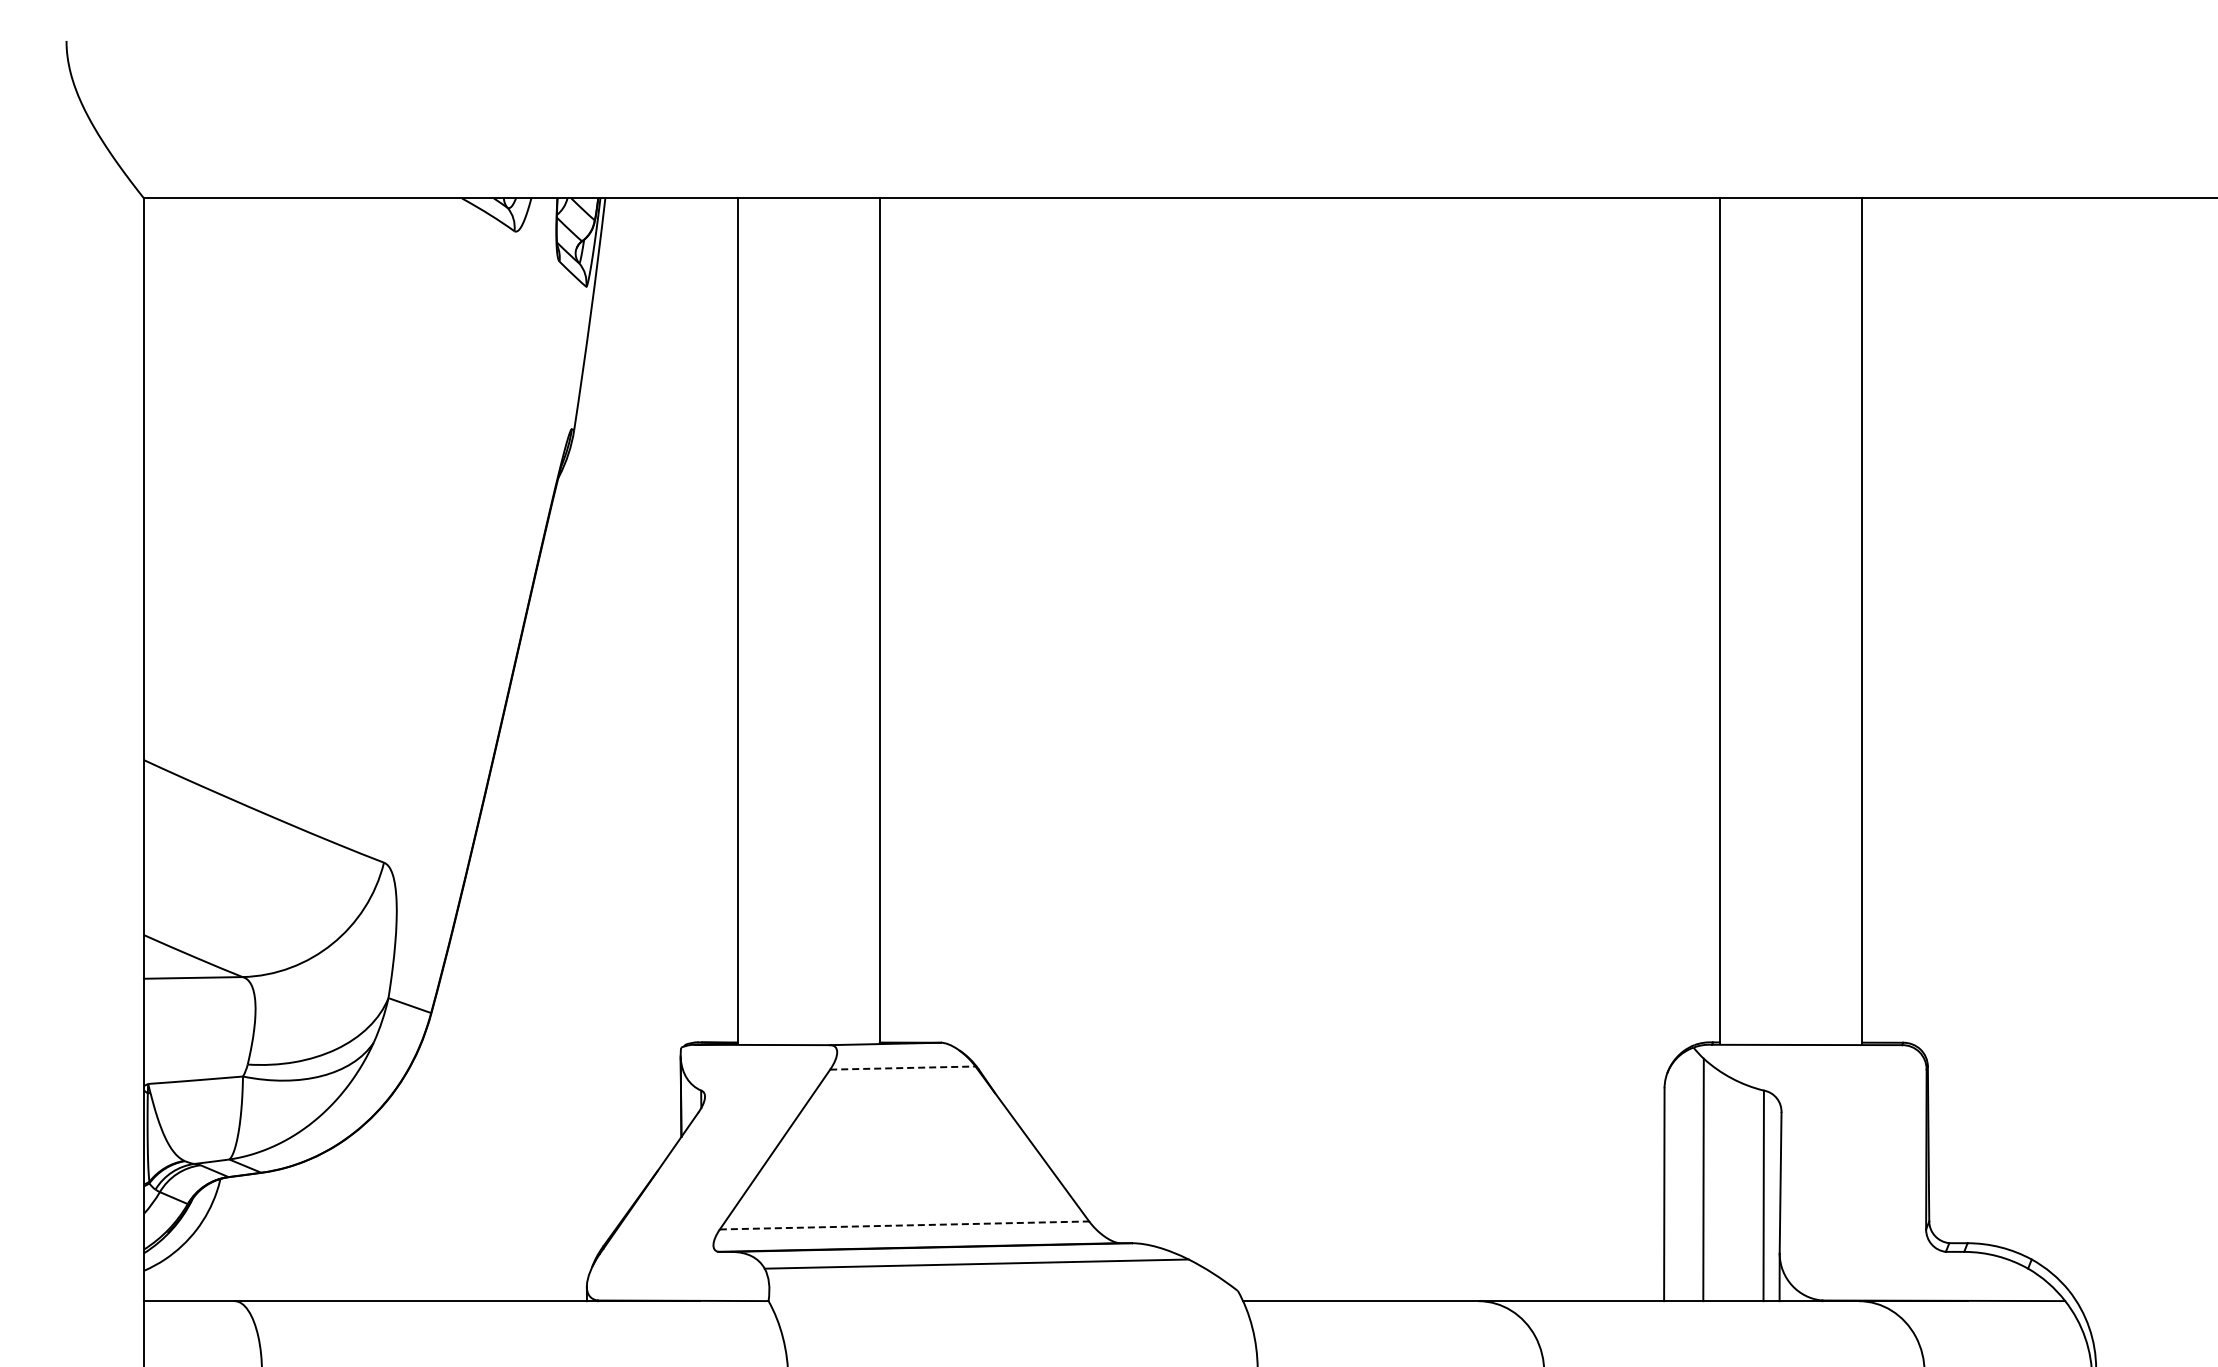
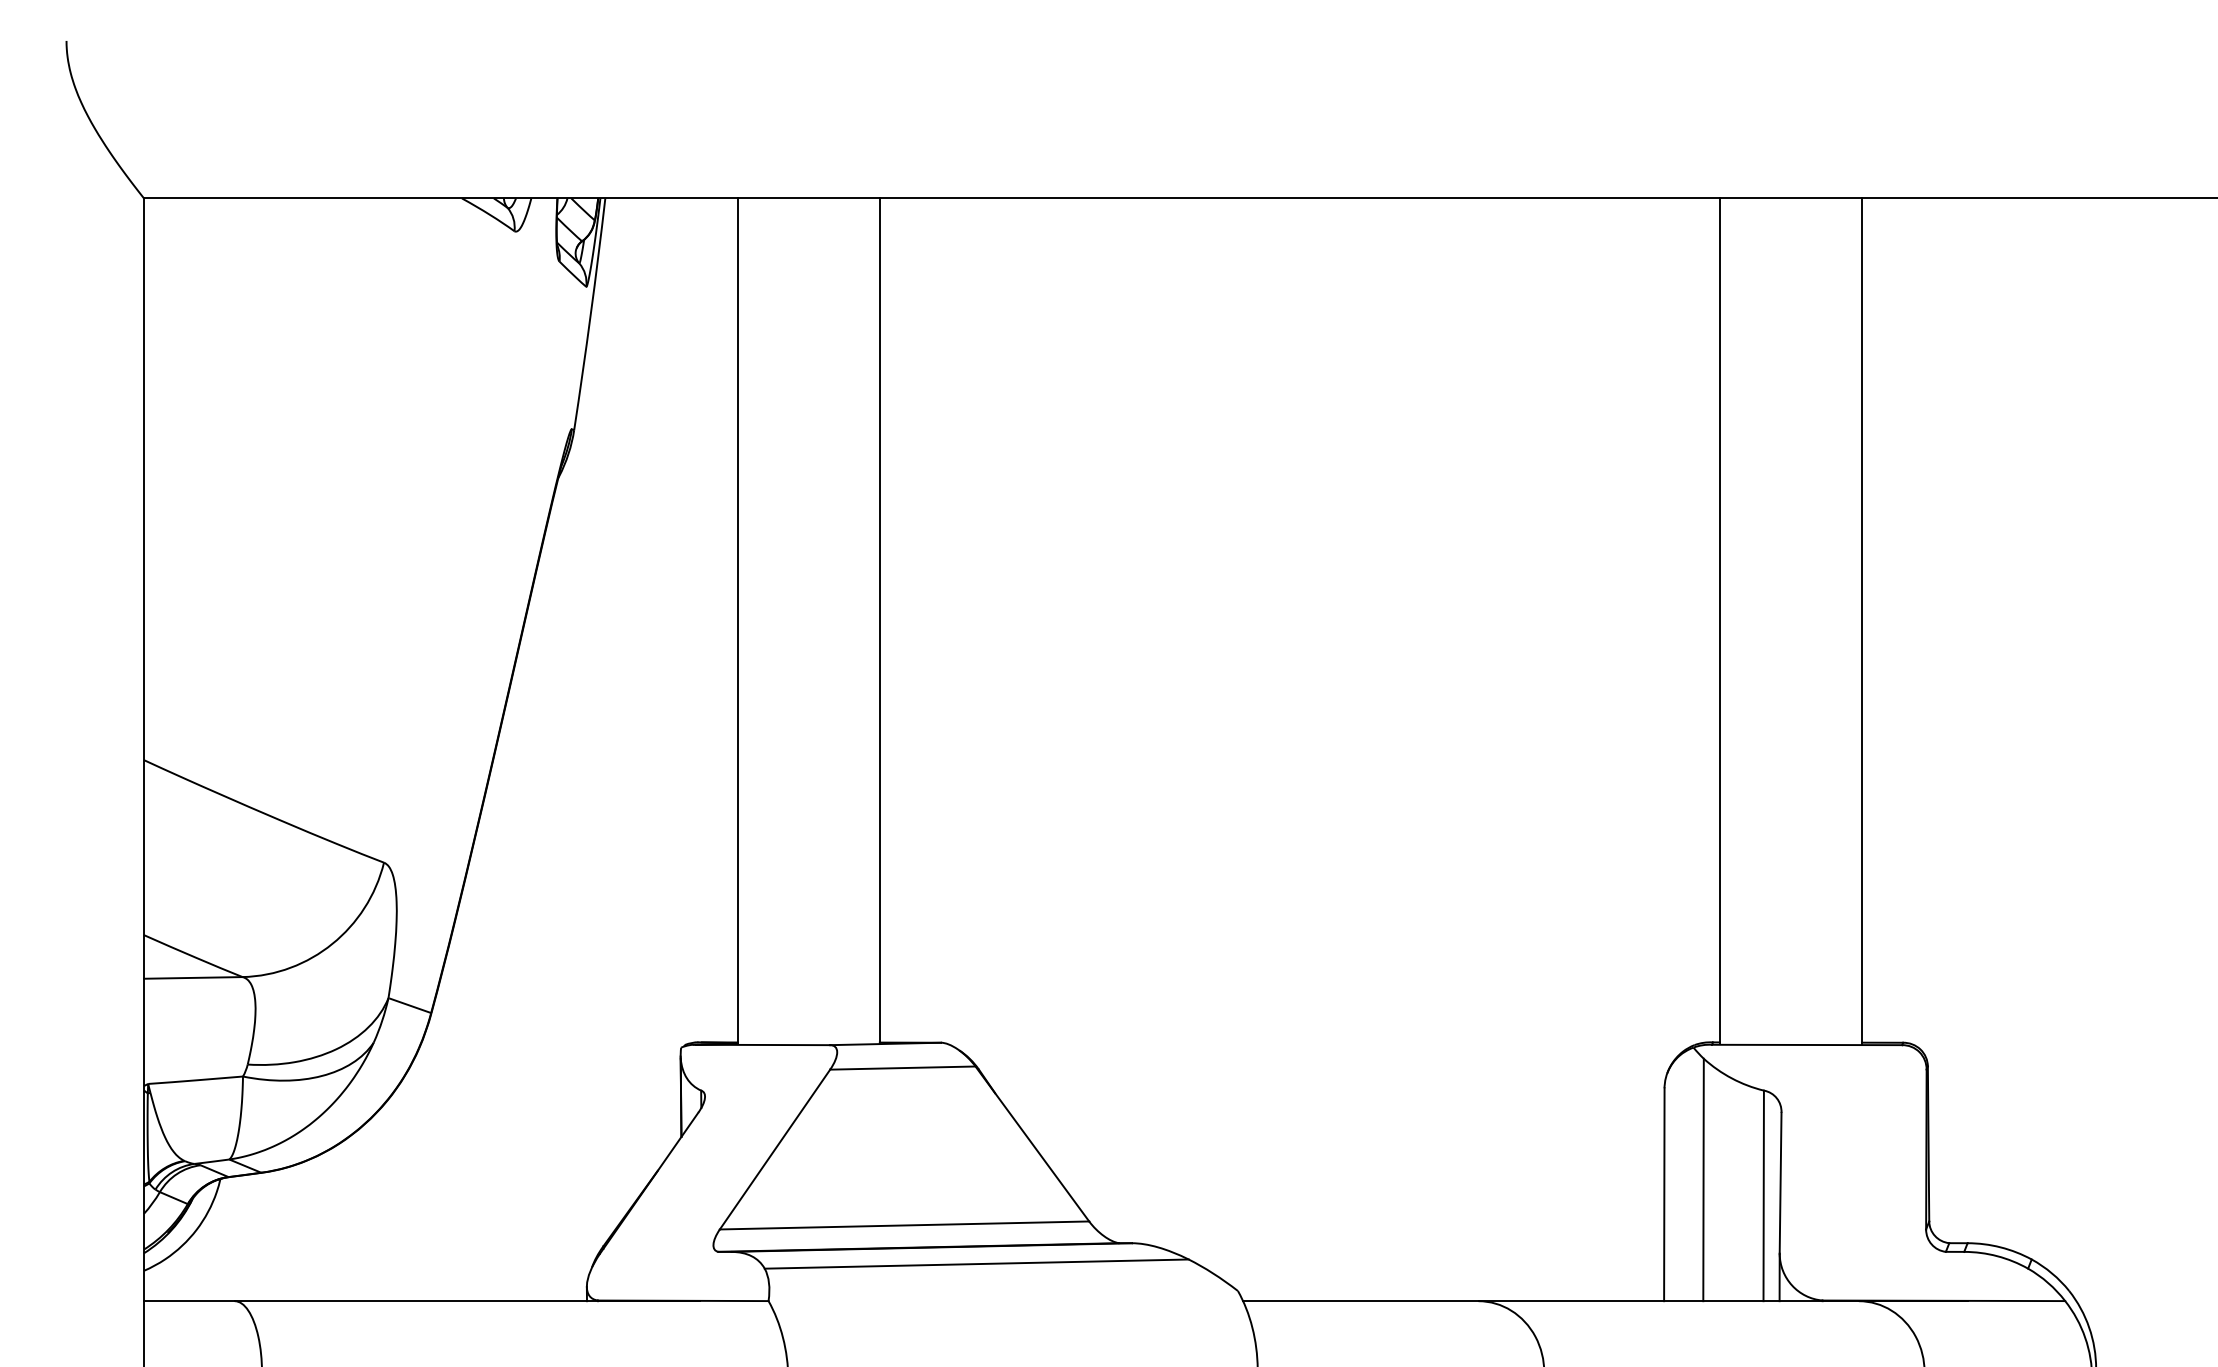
line at (902, 1068): dashed -> solid
line at (904, 1225): dashed -> solid
